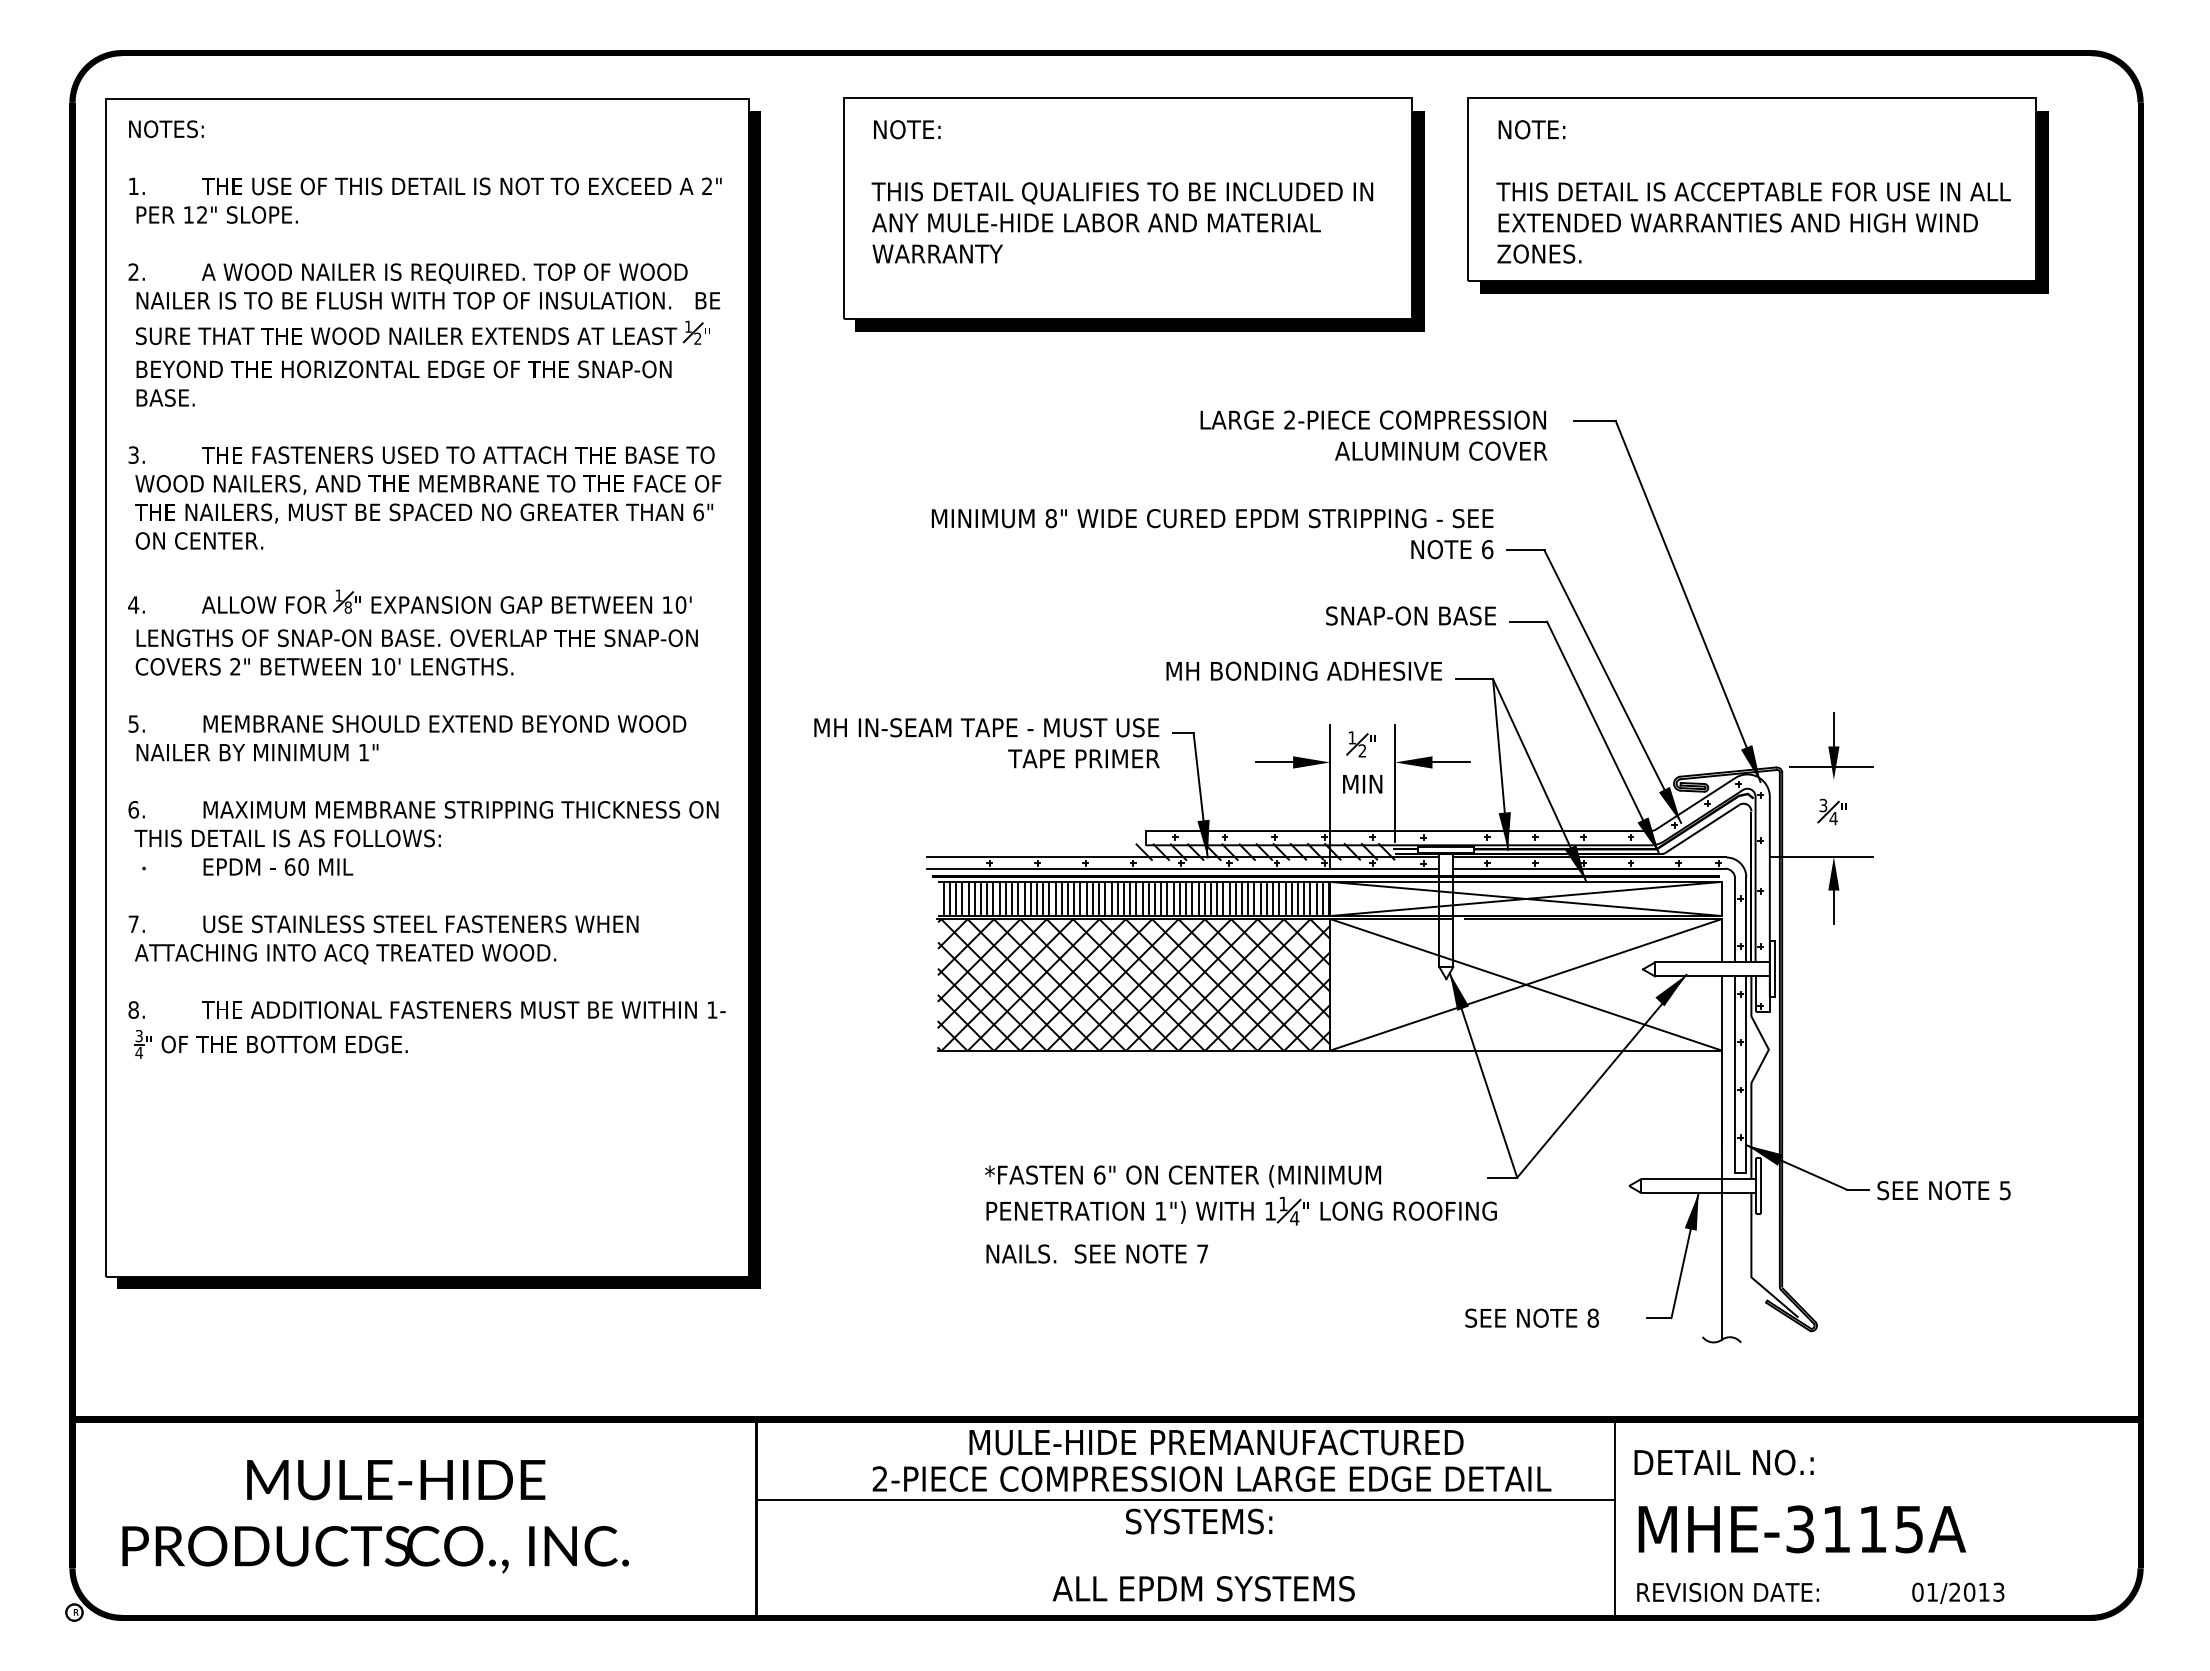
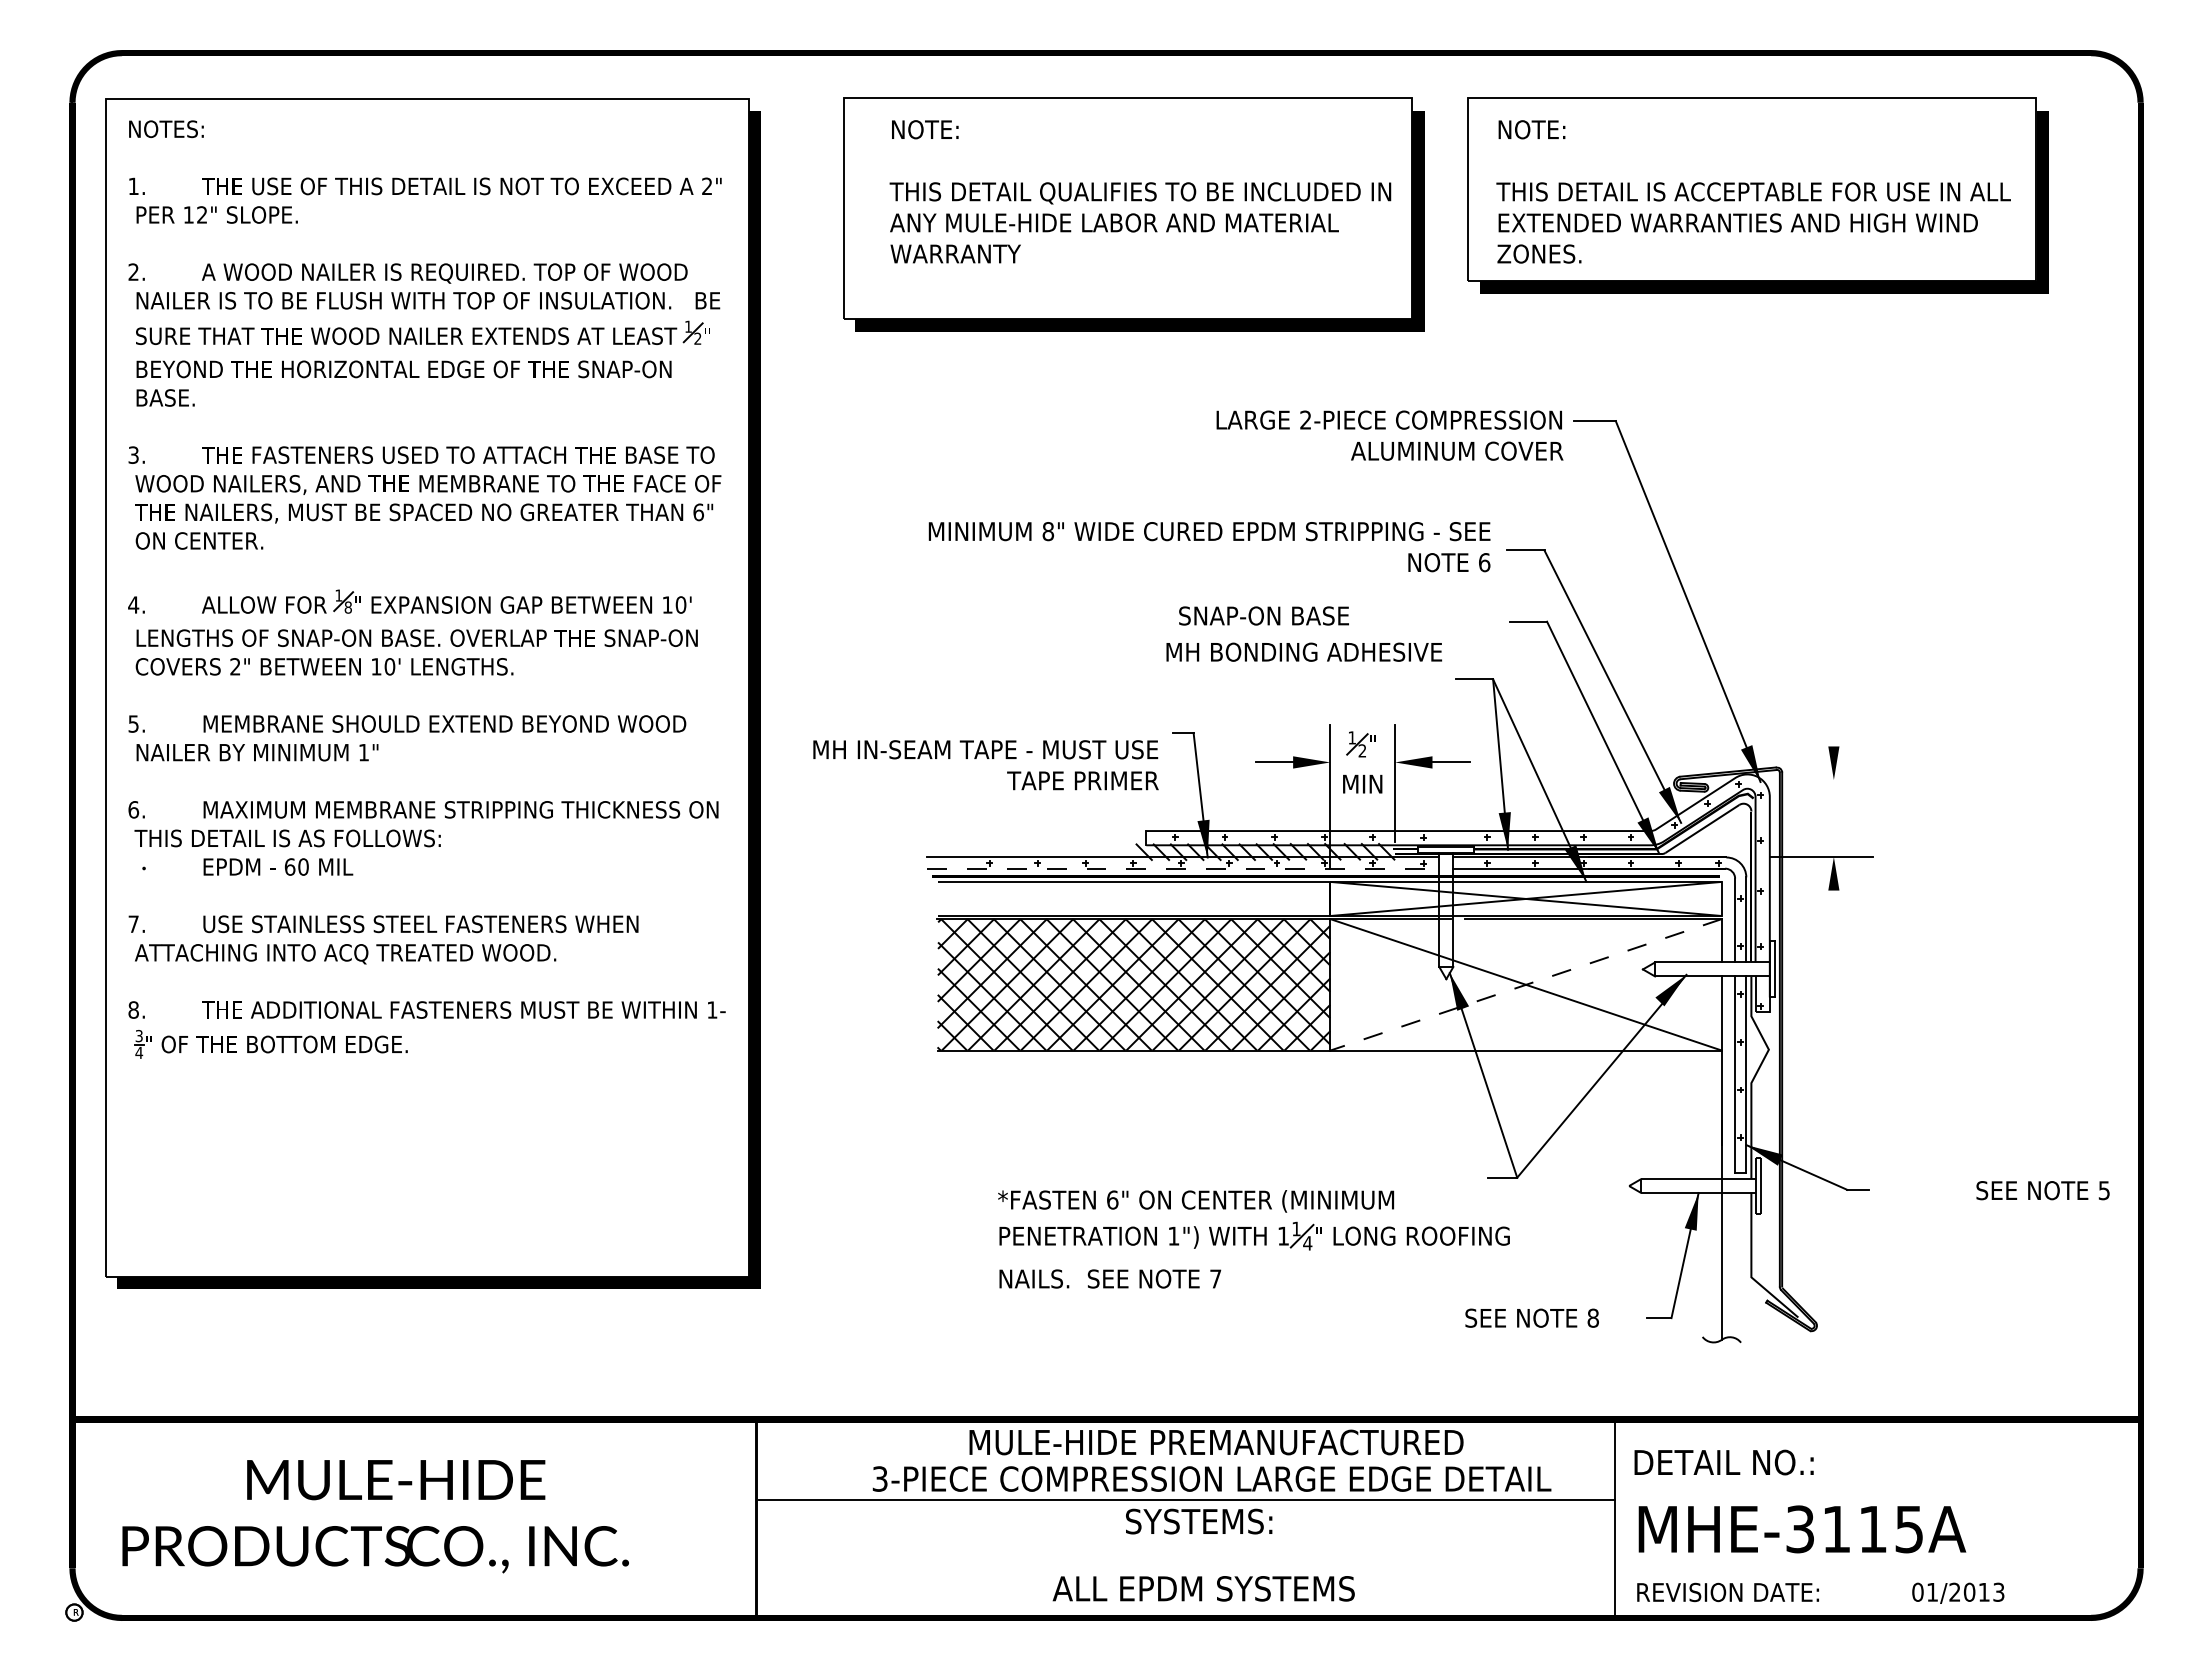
text at (1122, 191) position: (1122, 191) -> (1140, 191)
text at (1373, 435) position: (1373, 435) -> (1389, 435)
text at (1212, 534) position: (1212, 534) -> (1209, 547)
text at (1410, 615) position: (1410, 615) -> (1263, 615)
text at (1304, 670) position: (1304, 670) -> (1304, 651)
line at (1833, 729): present -> none
text at (986, 743) position: (986, 743) -> (985, 765)
line at (1830, 767): present -> none
part at (1831, 811): present -> none
line at (1183, 868): solid -> dashed
hatch at (1135, 898): present -> none
line at (1833, 907): present -> none
line at (1525, 984): solid -> dashed
text at (1943, 1190) position: (1943, 1190) -> (2042, 1190)
part at (1240, 1214) position: (1240, 1214) -> (1253, 1239)
text at (879, 1478): 2-PIECE -> 3-PIECE
